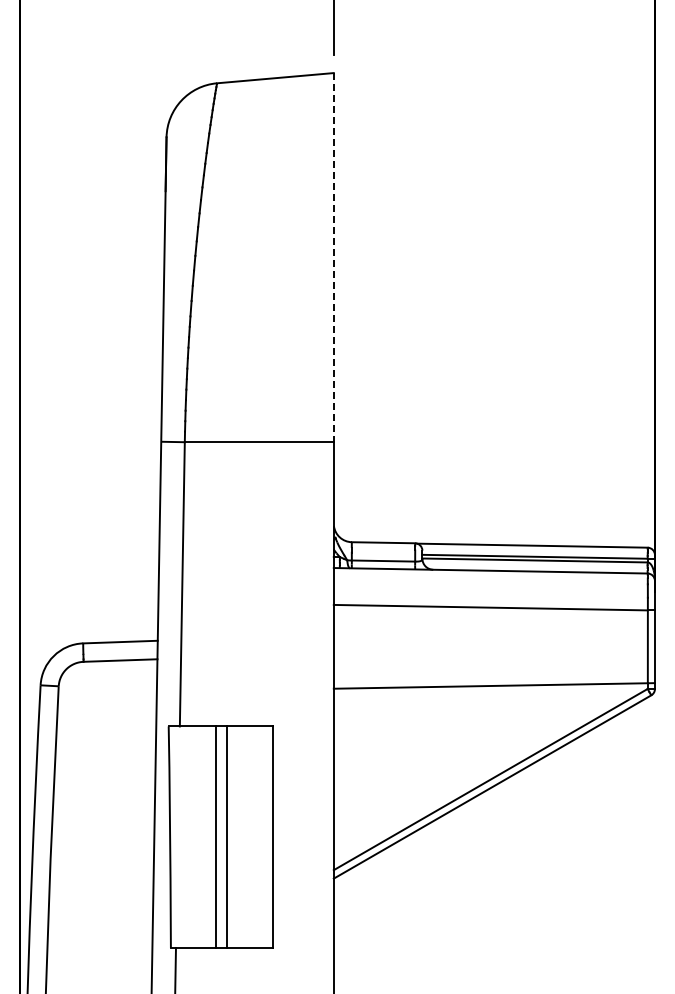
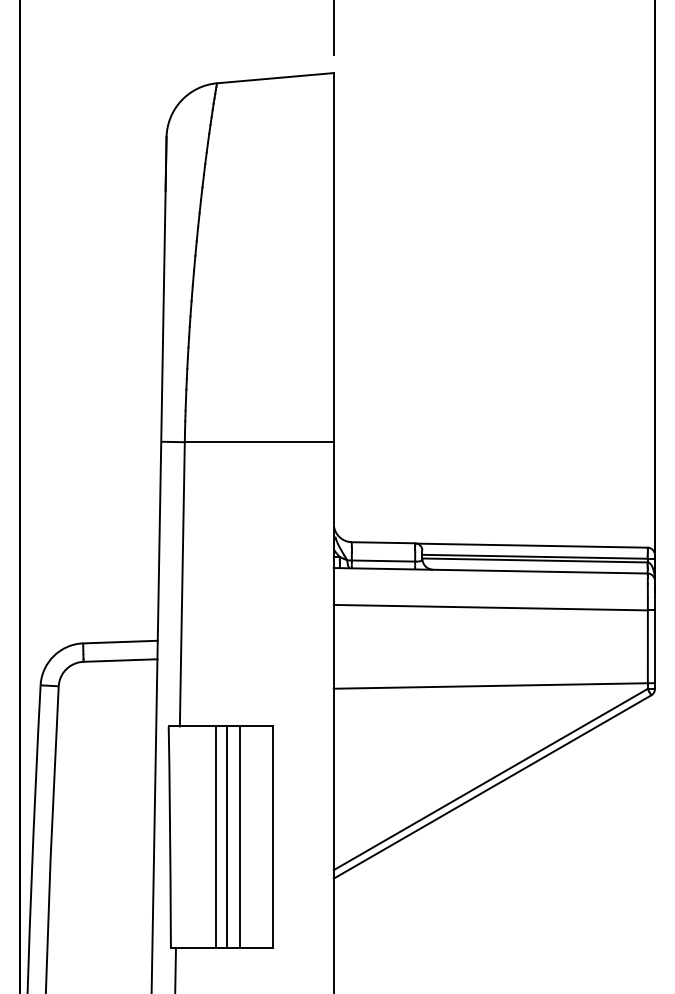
line at (333, 257): dashed -> solid
line at (239, 836): none -> present
